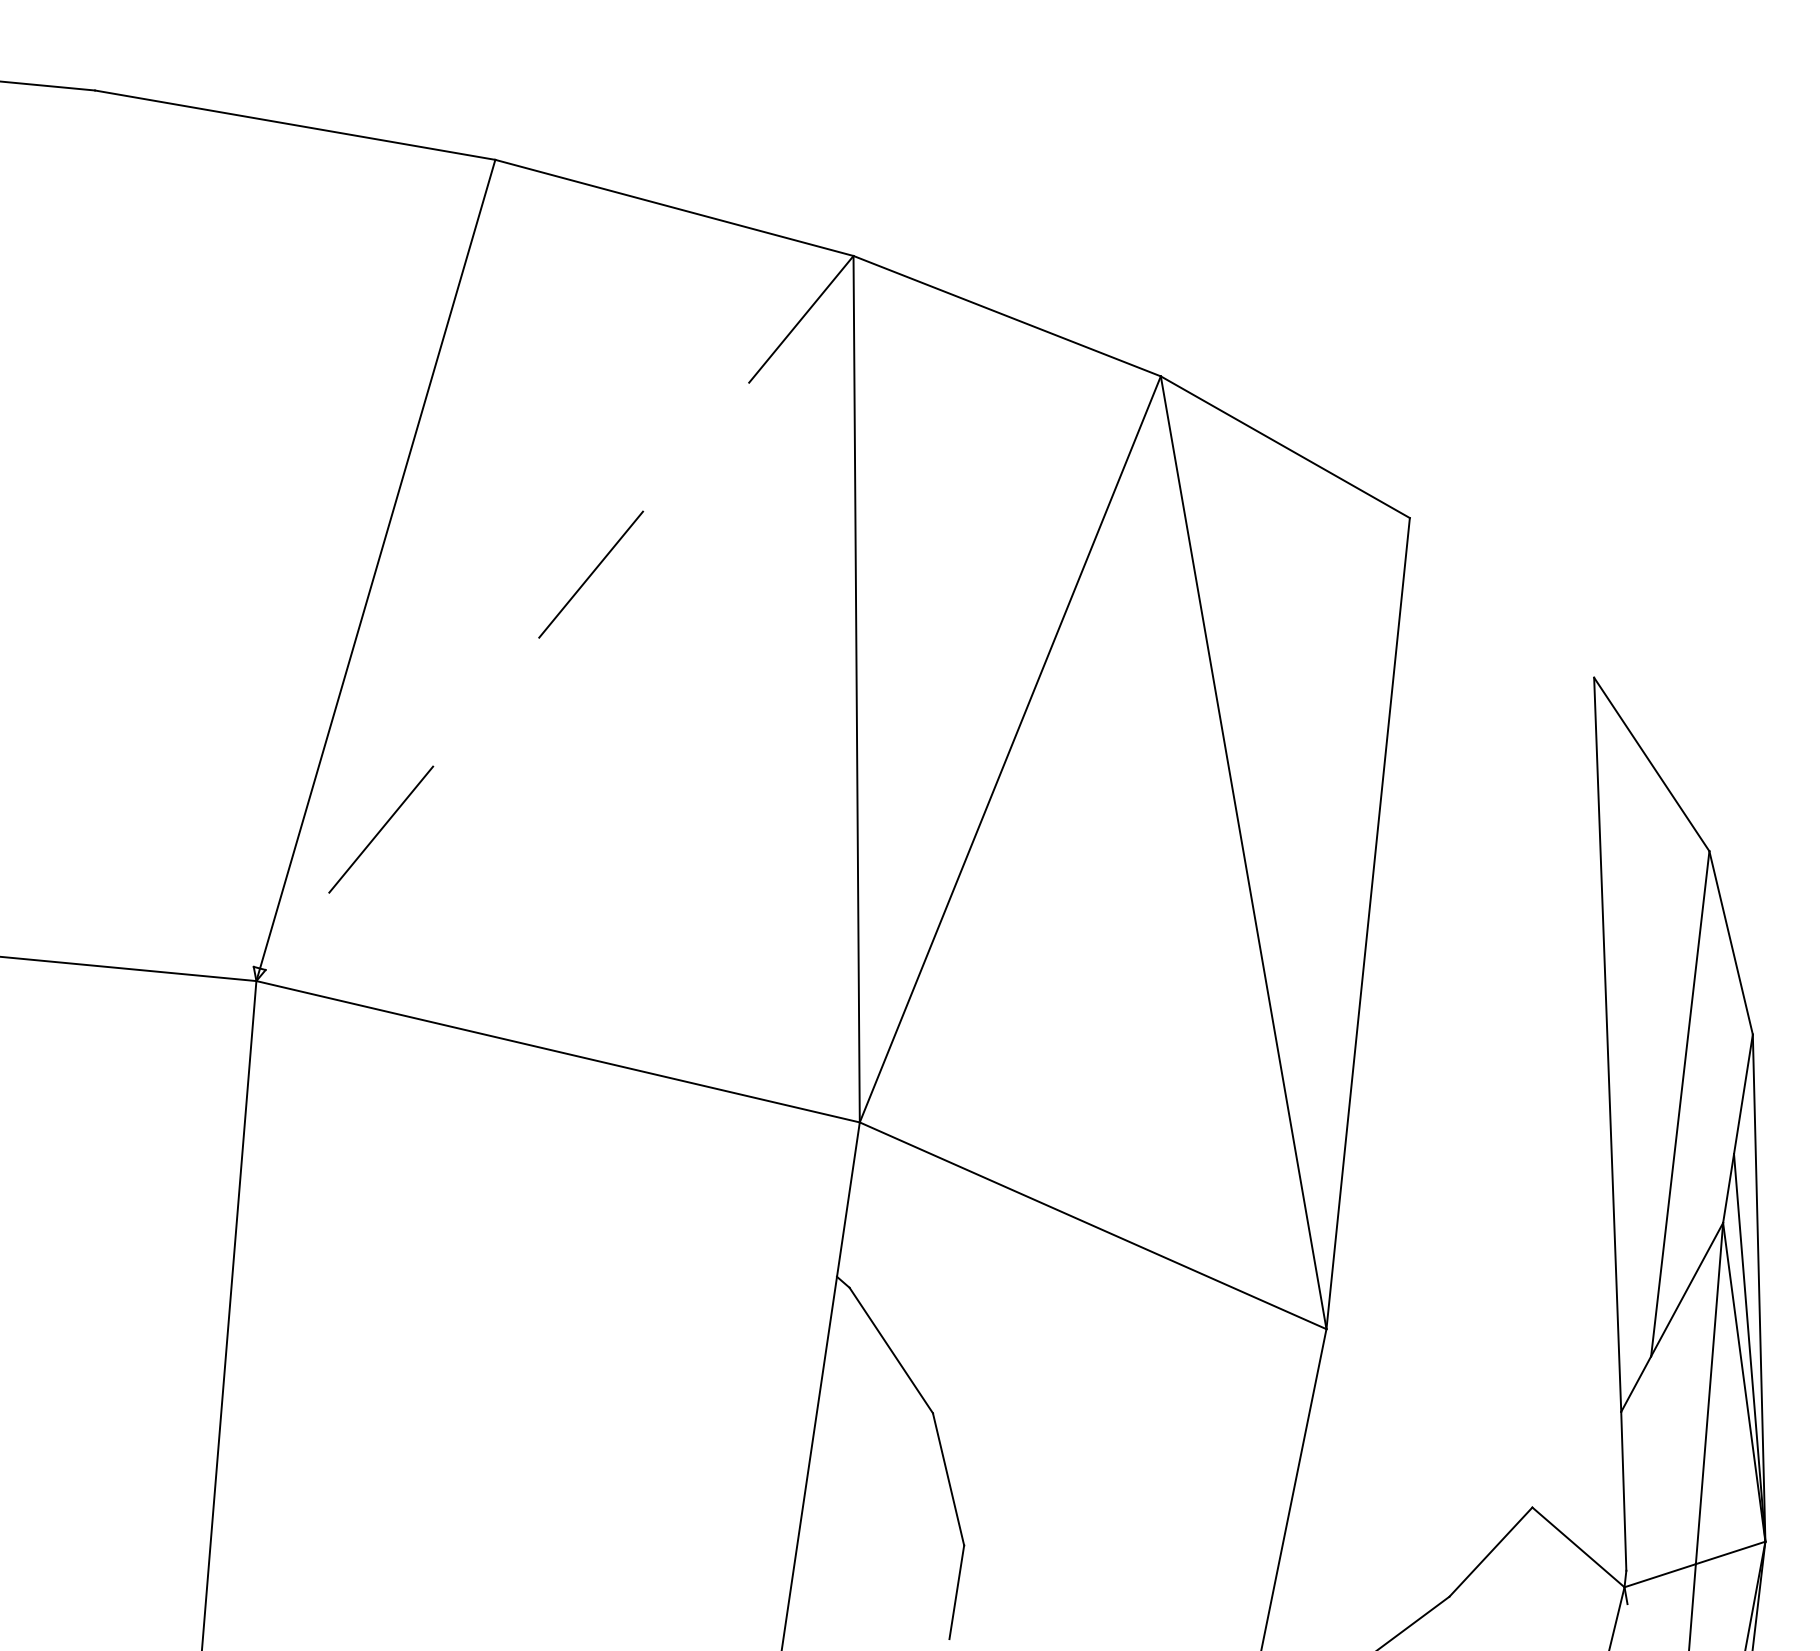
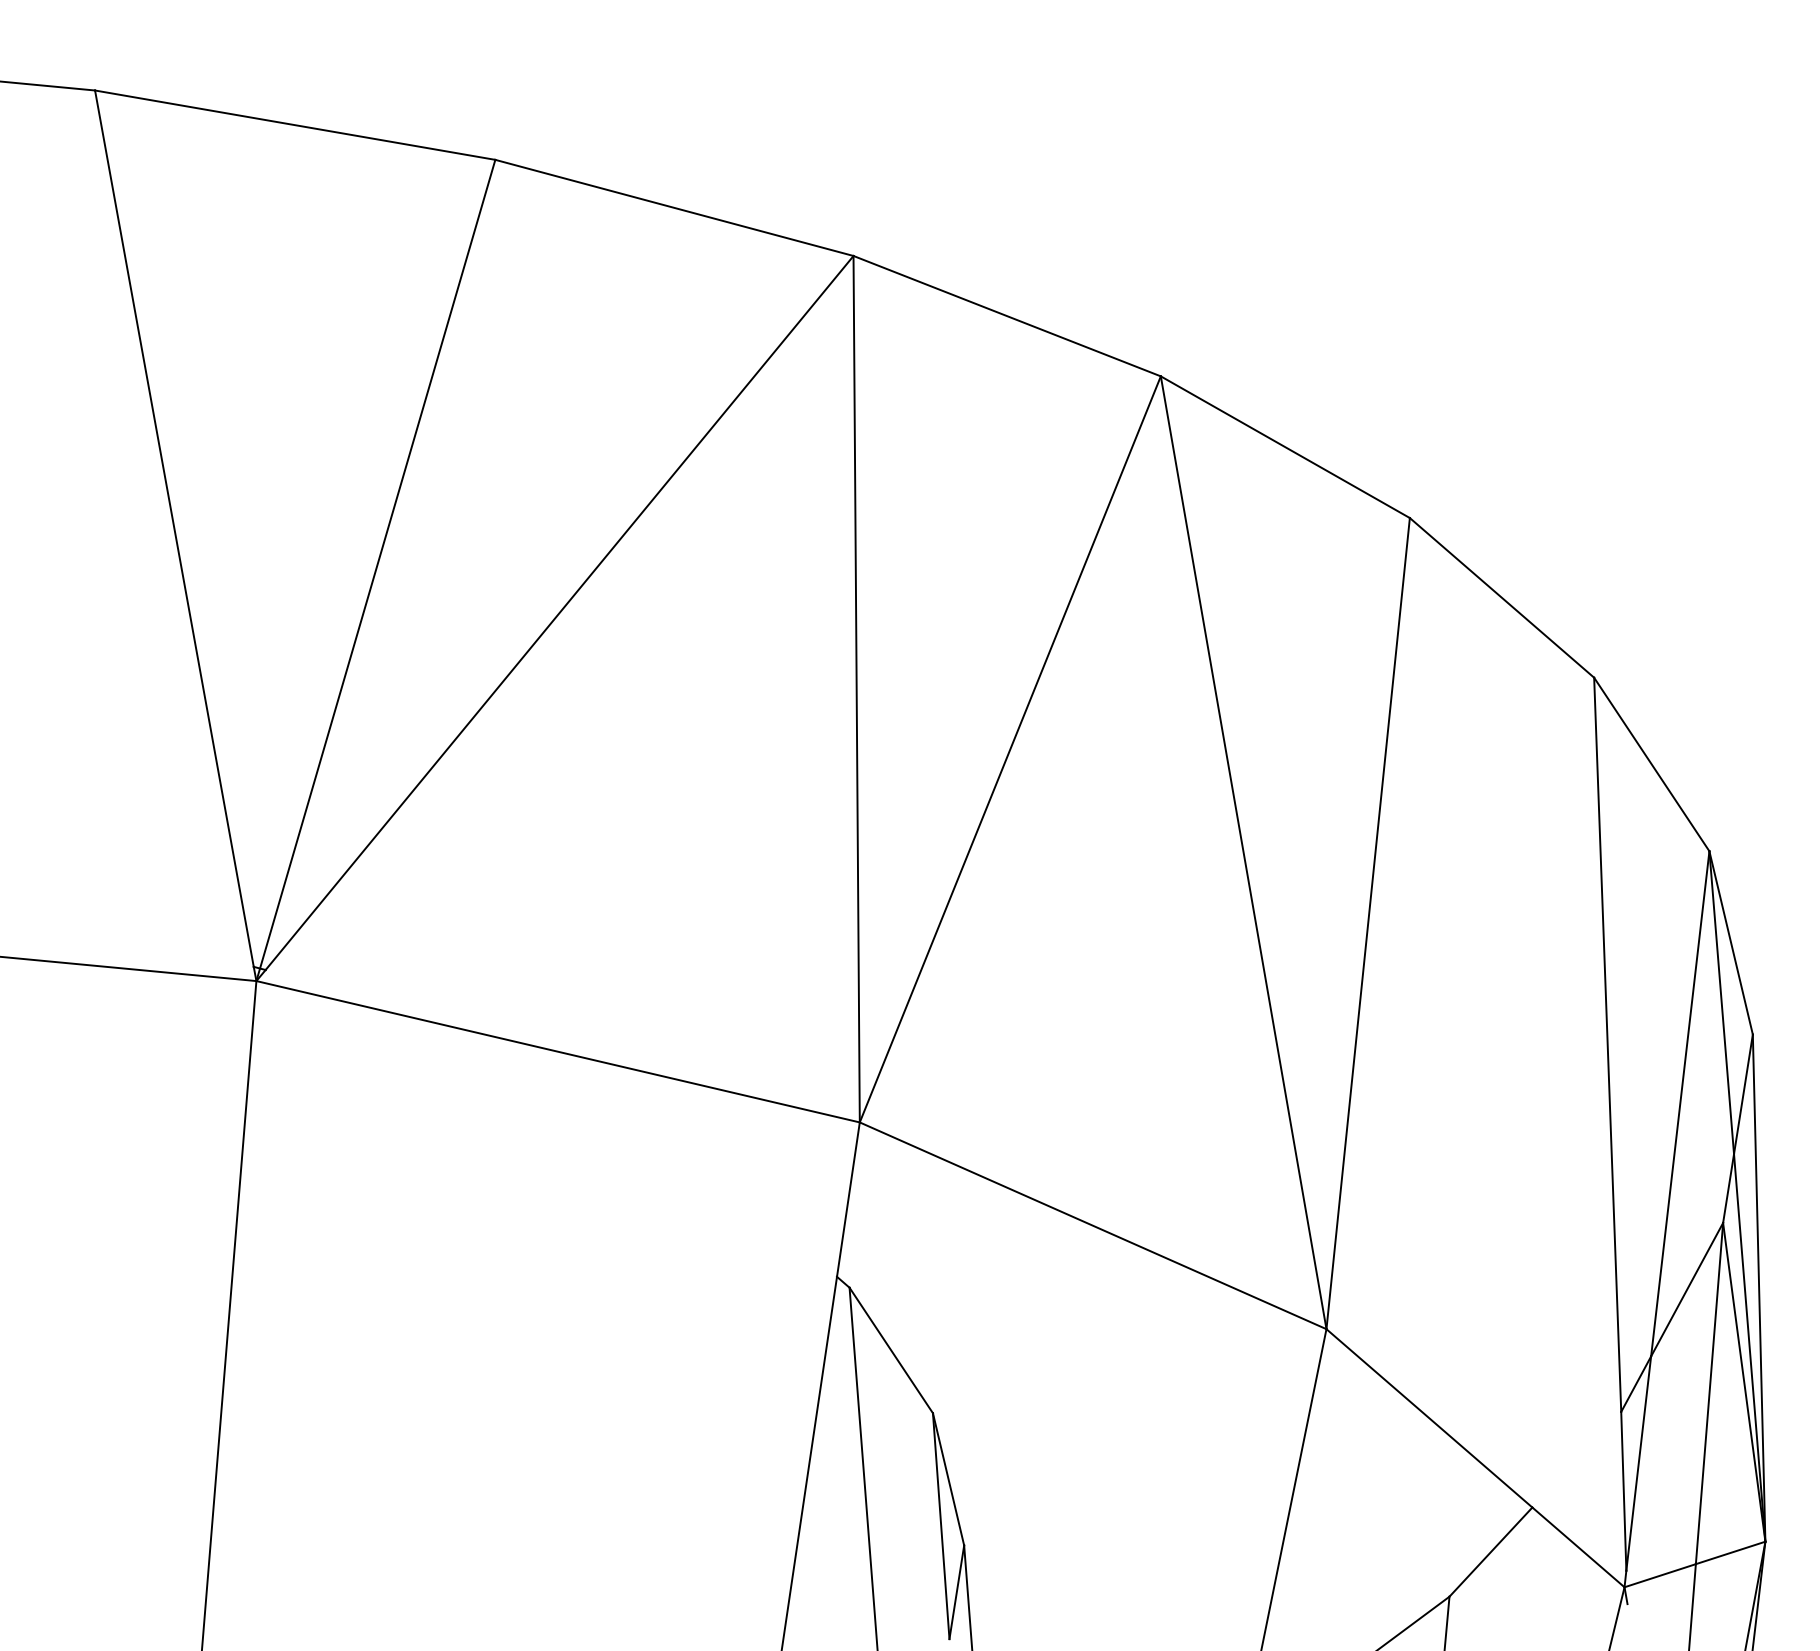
line at (174, 528): none -> present
line at (1501, 597): none -> present
line at (559, 613): dashed -> solid
line at (1721, 1002): none -> present
line at (1429, 1418): none -> present
line at (1638, 1463): none -> present
line at (863, 1467): none -> present
line at (940, 1526): none -> present
line at (968, 1596): none -> present
line at (1446, 1621): none -> present
